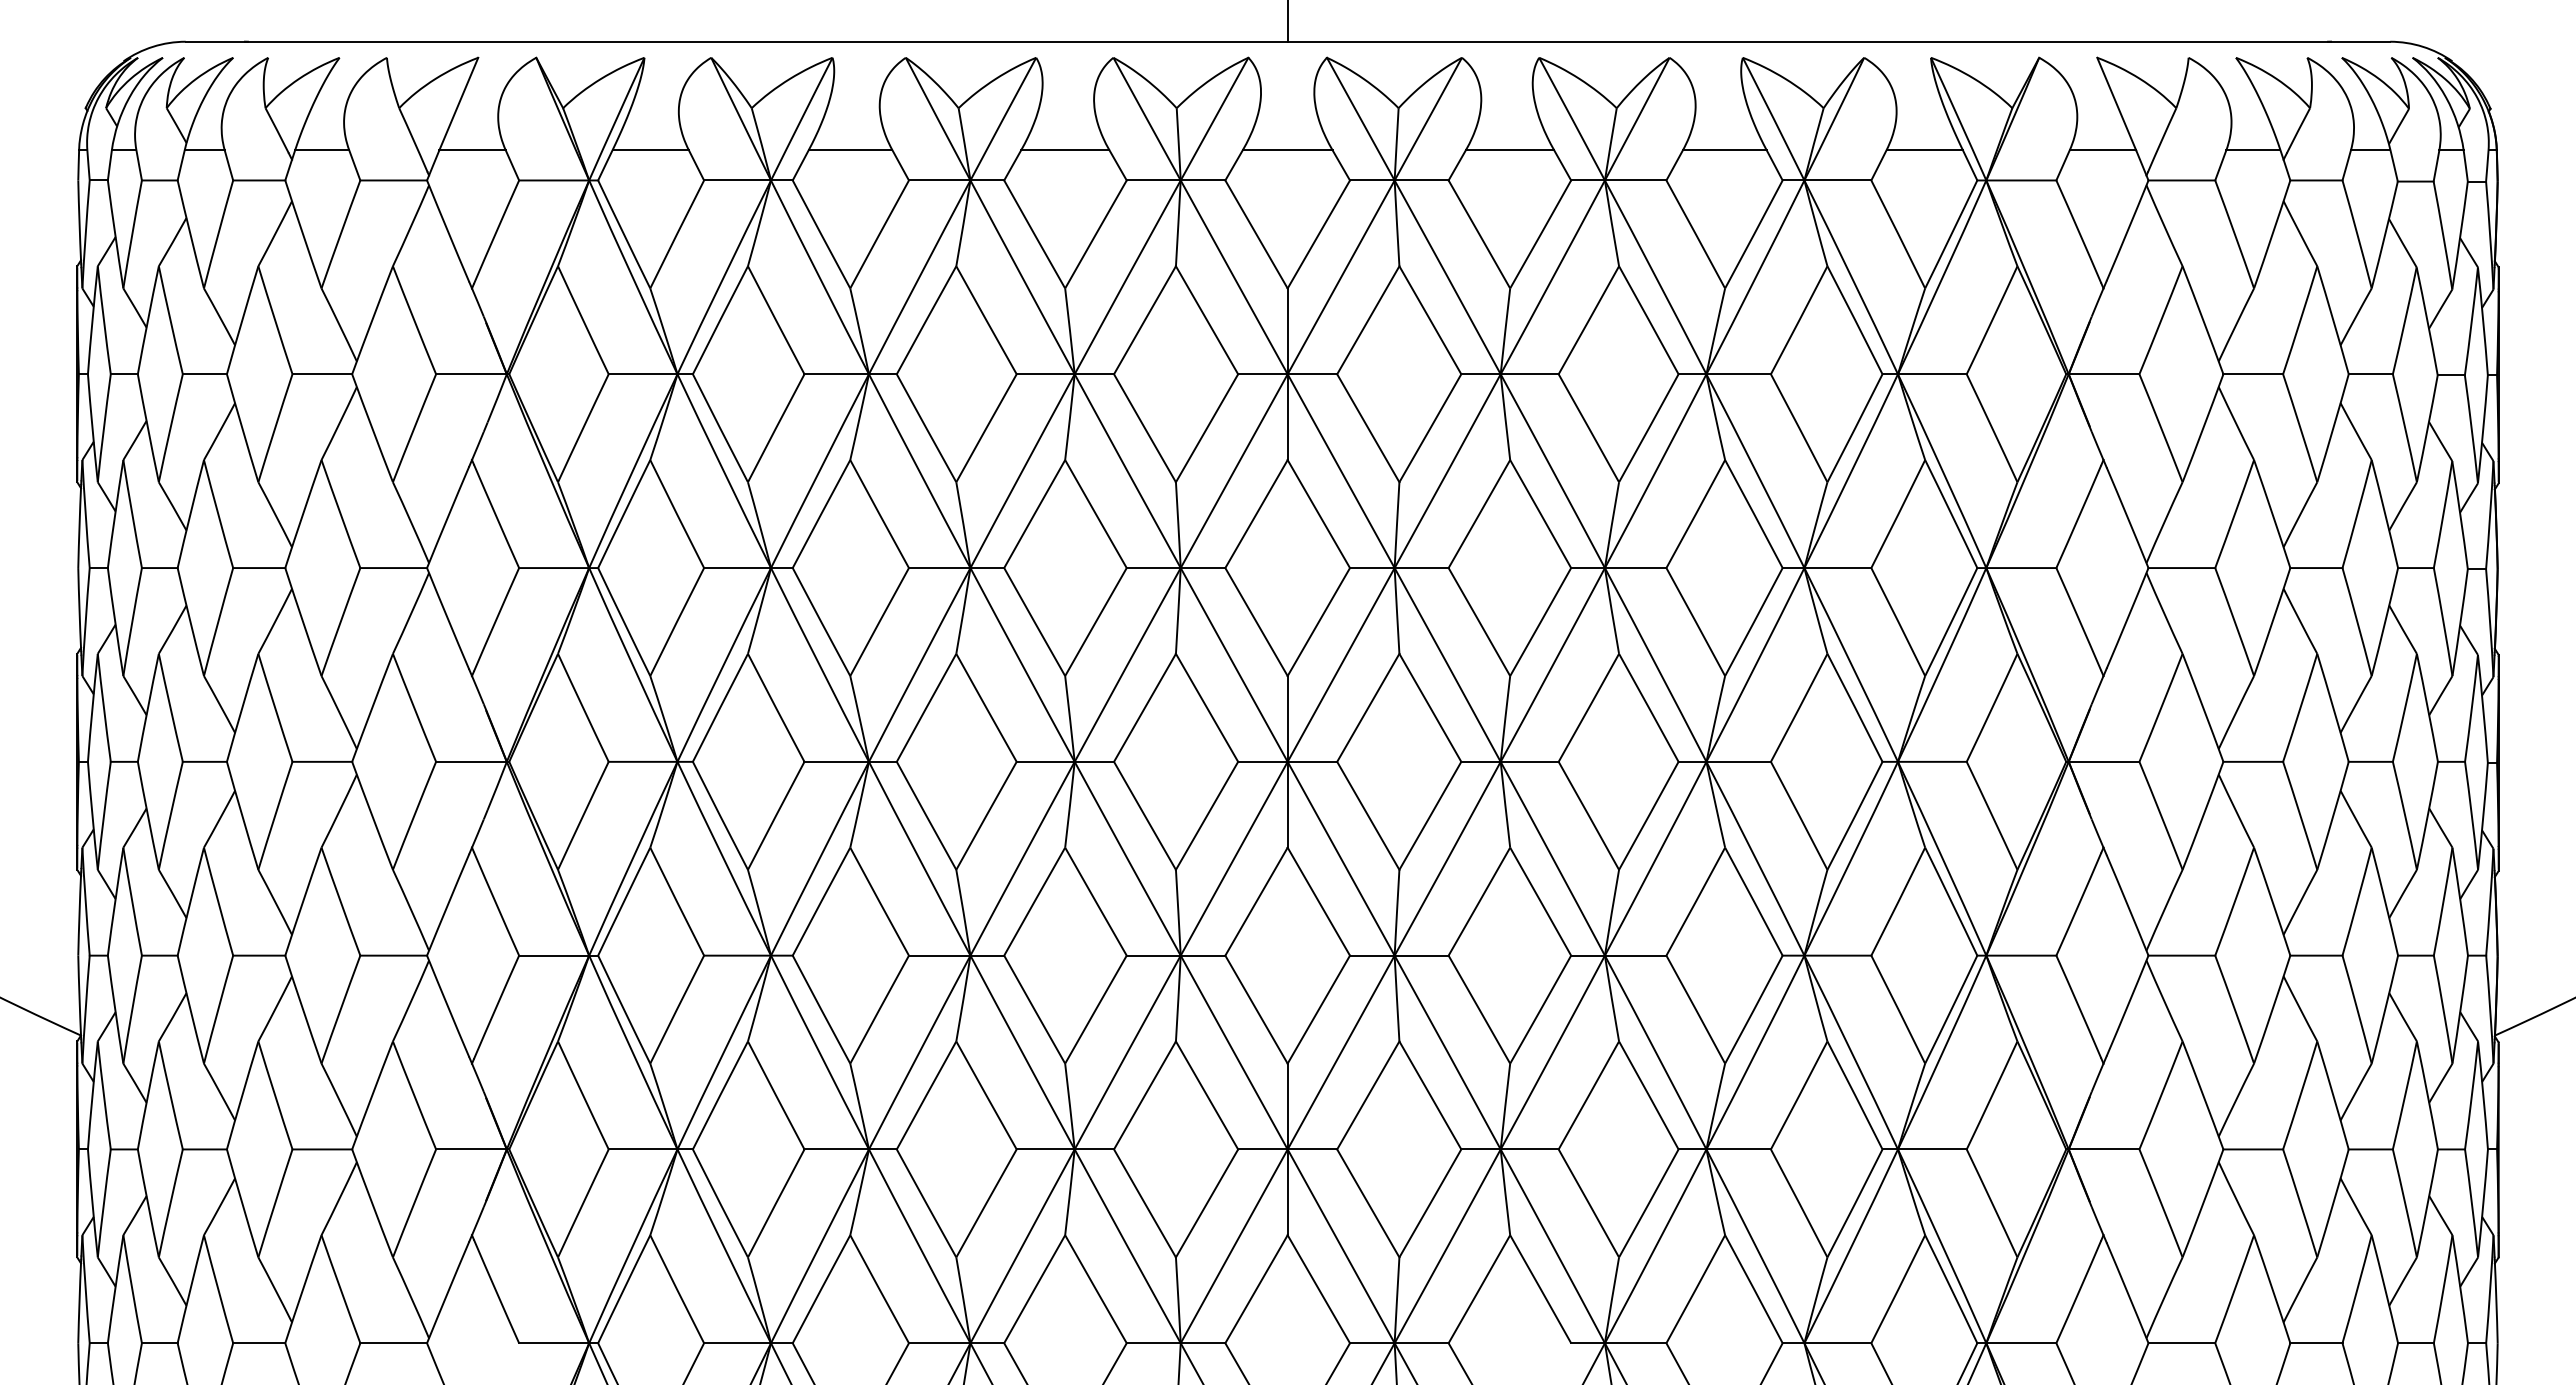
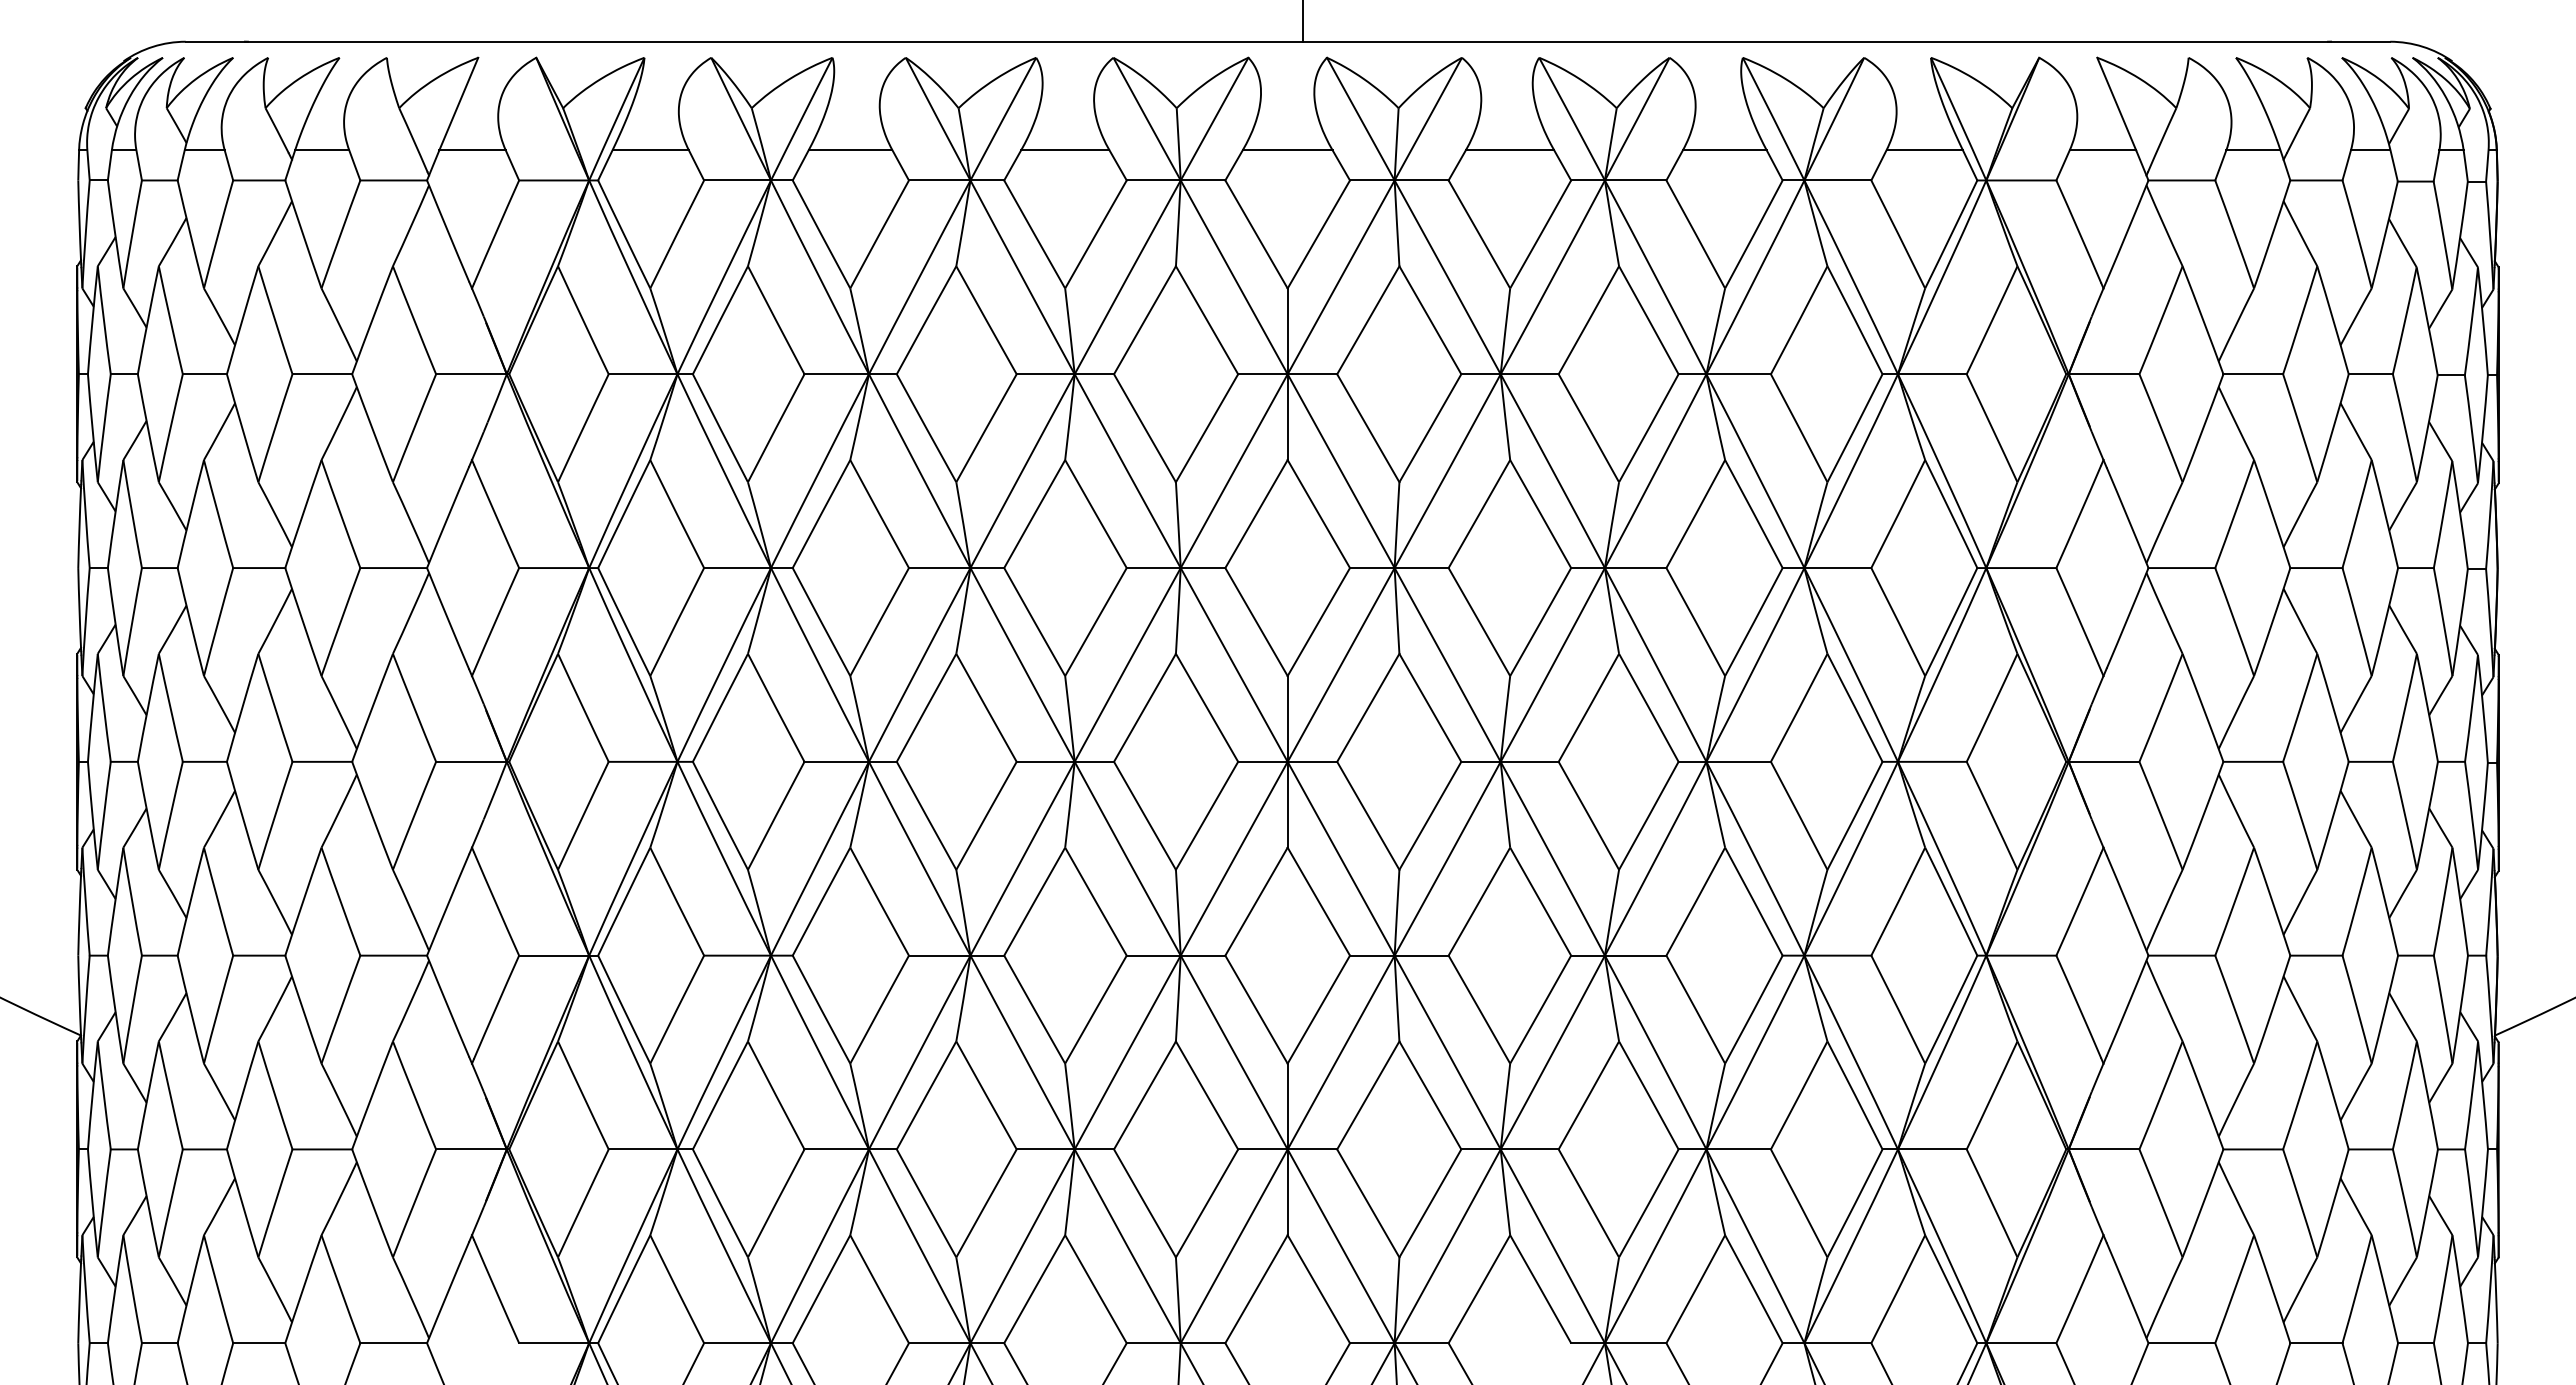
line at (1288, 21) position: (1288, 21) -> (1303, 21)
